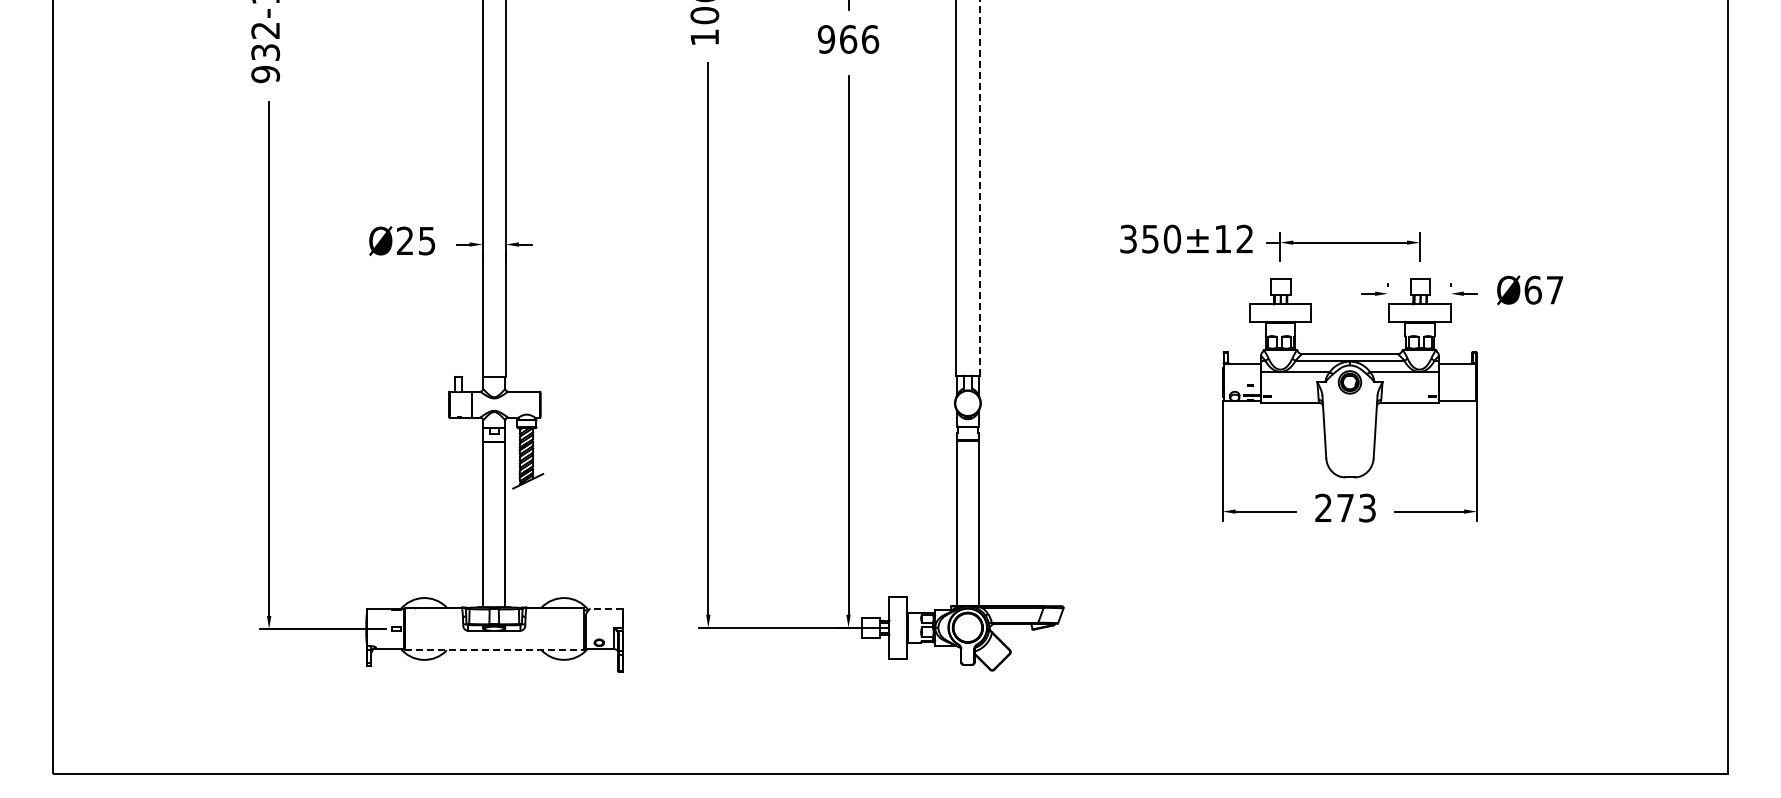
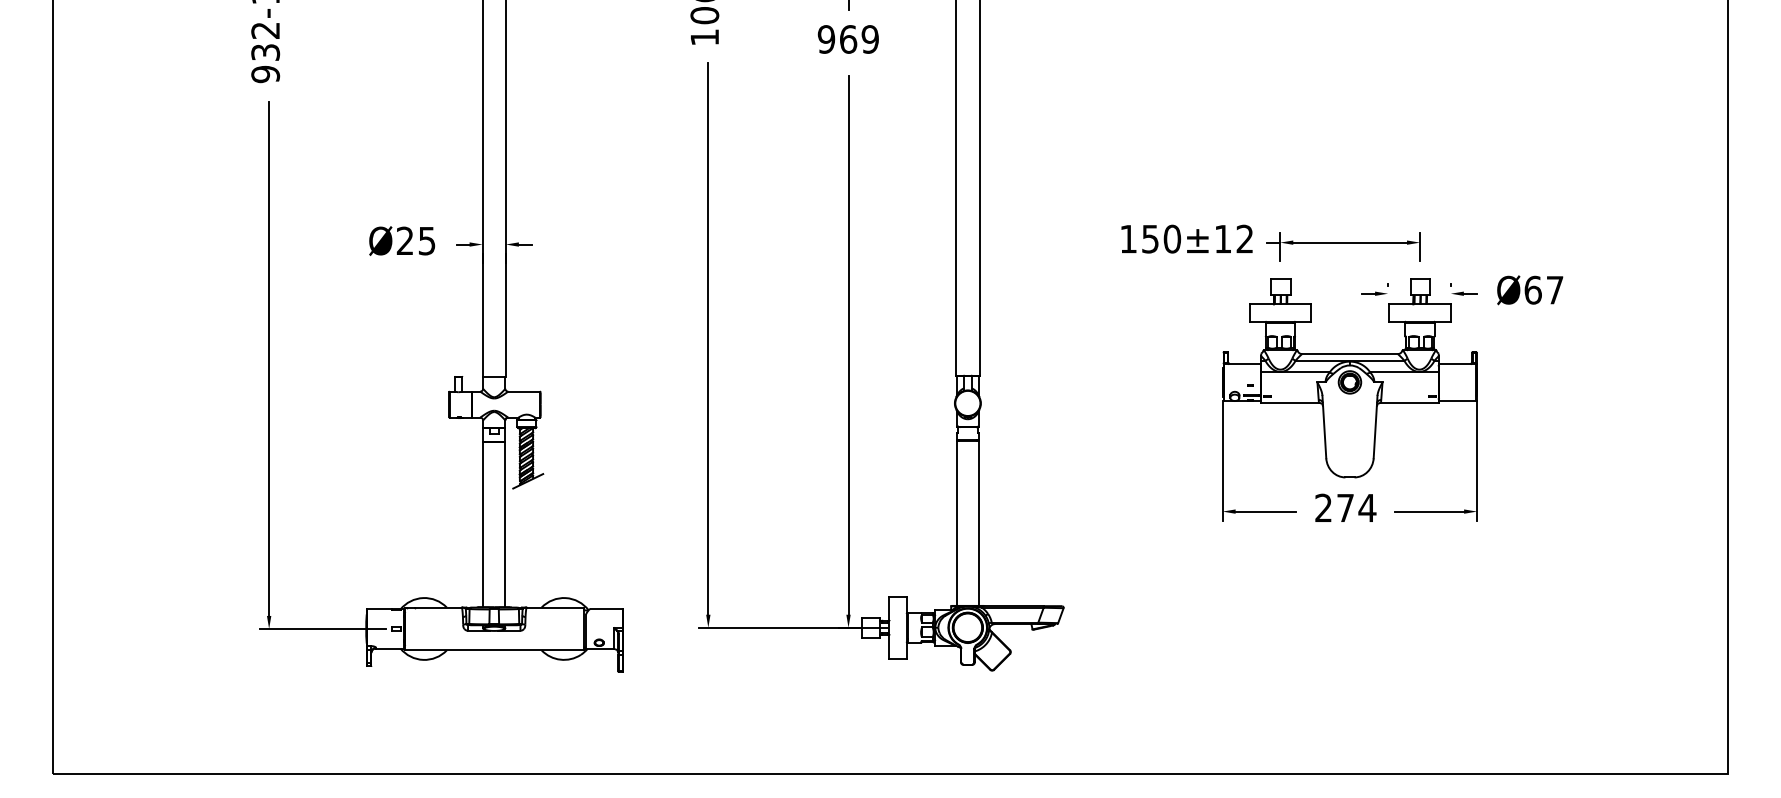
text at (870, 39): 966 -> 969
line at (979, 188): dashed -> solid
text at (1128, 238): 350±12 -> 150±12
text at (1367, 507): 273 -> 274
line at (606, 608): dashed -> solid
line at (494, 650): dashed -> solid
